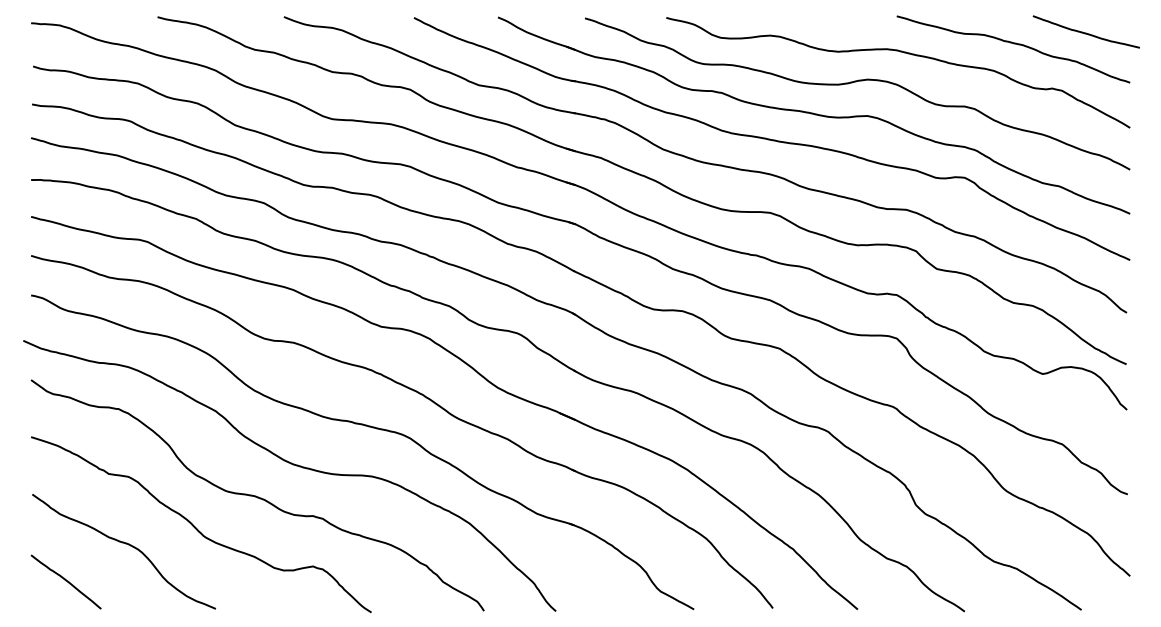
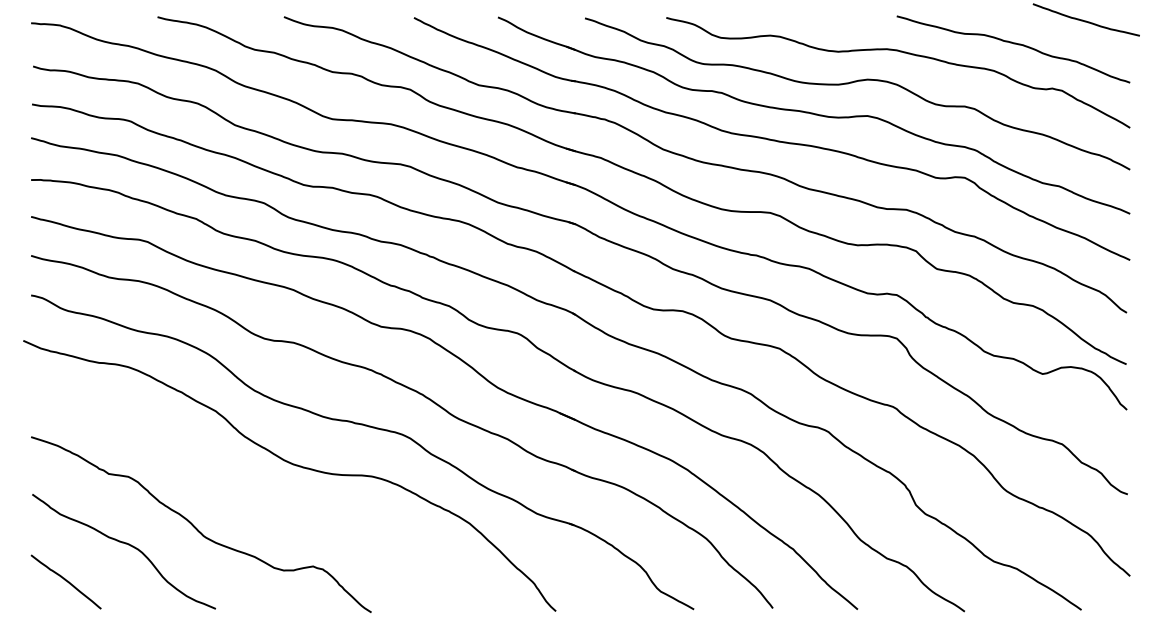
curve at (1085, 32) position: (1085, 32) -> (1085, 20)
curve at (256, 495): present -> none
